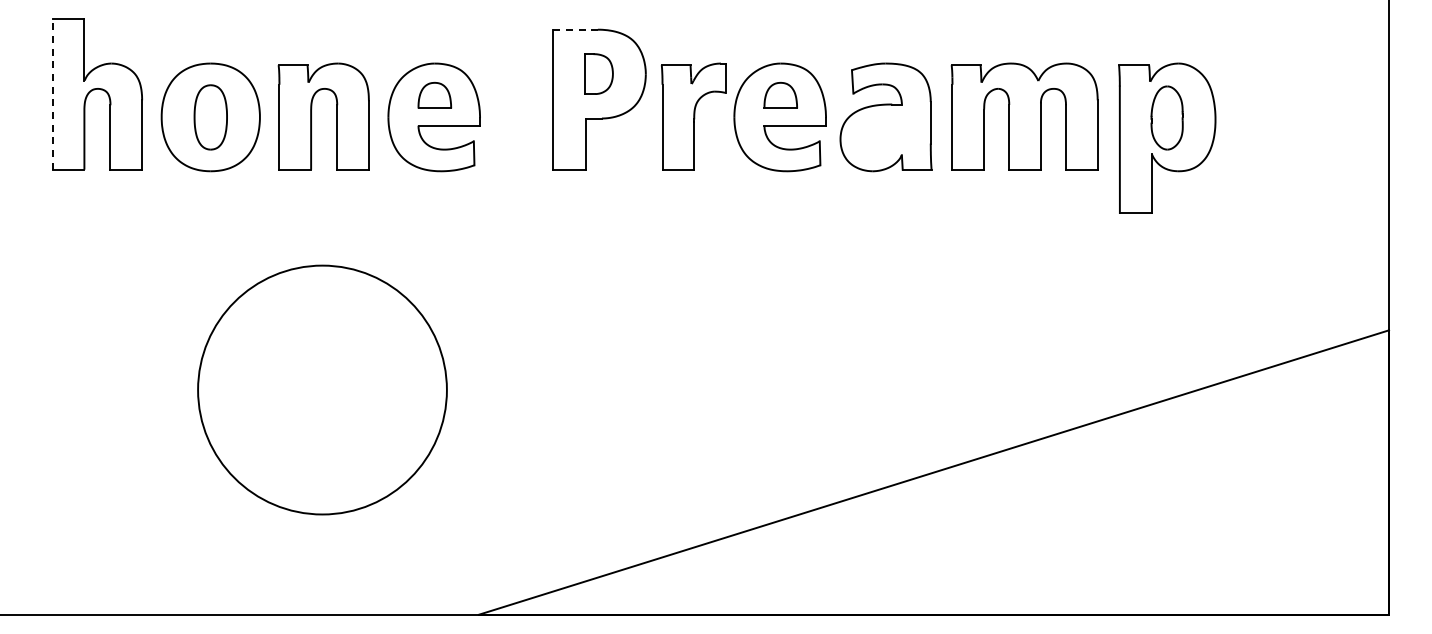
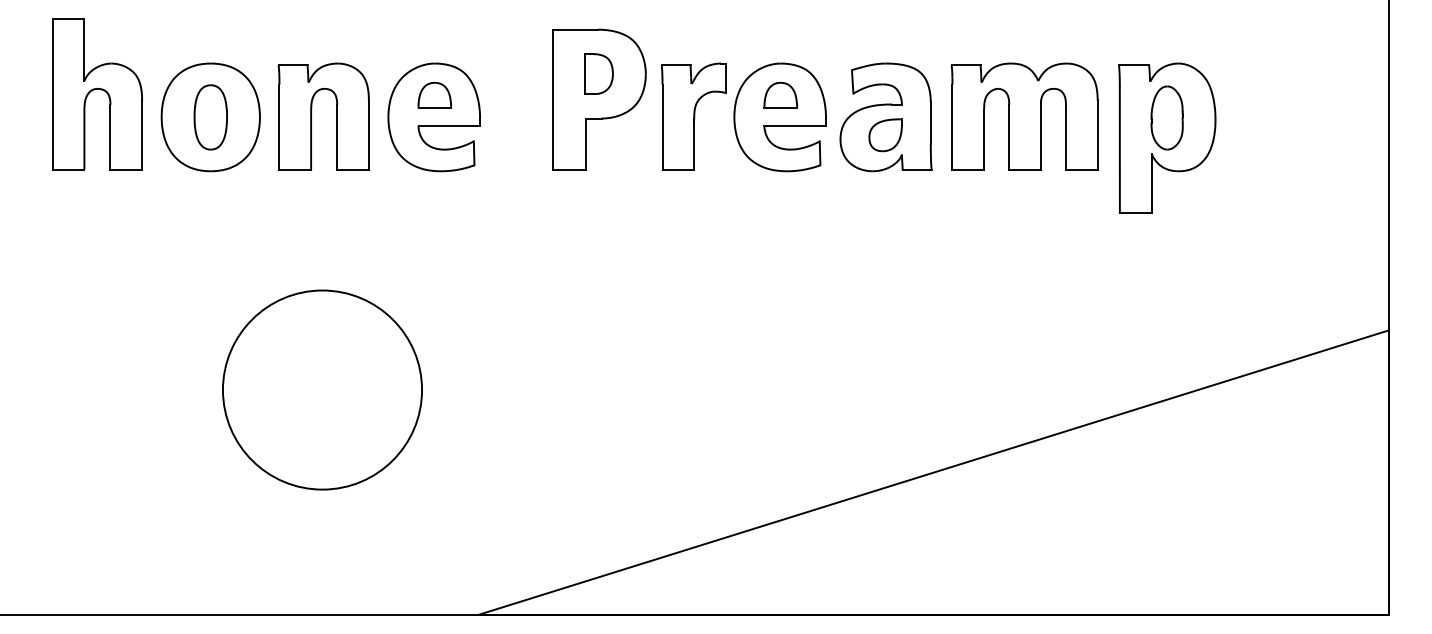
line at (576, 29): dashed -> solid
line at (52, 93): dashed -> solid
part at (885, 135): none -> present
circle at (322, 389) diameter: 249 px -> 199 px
